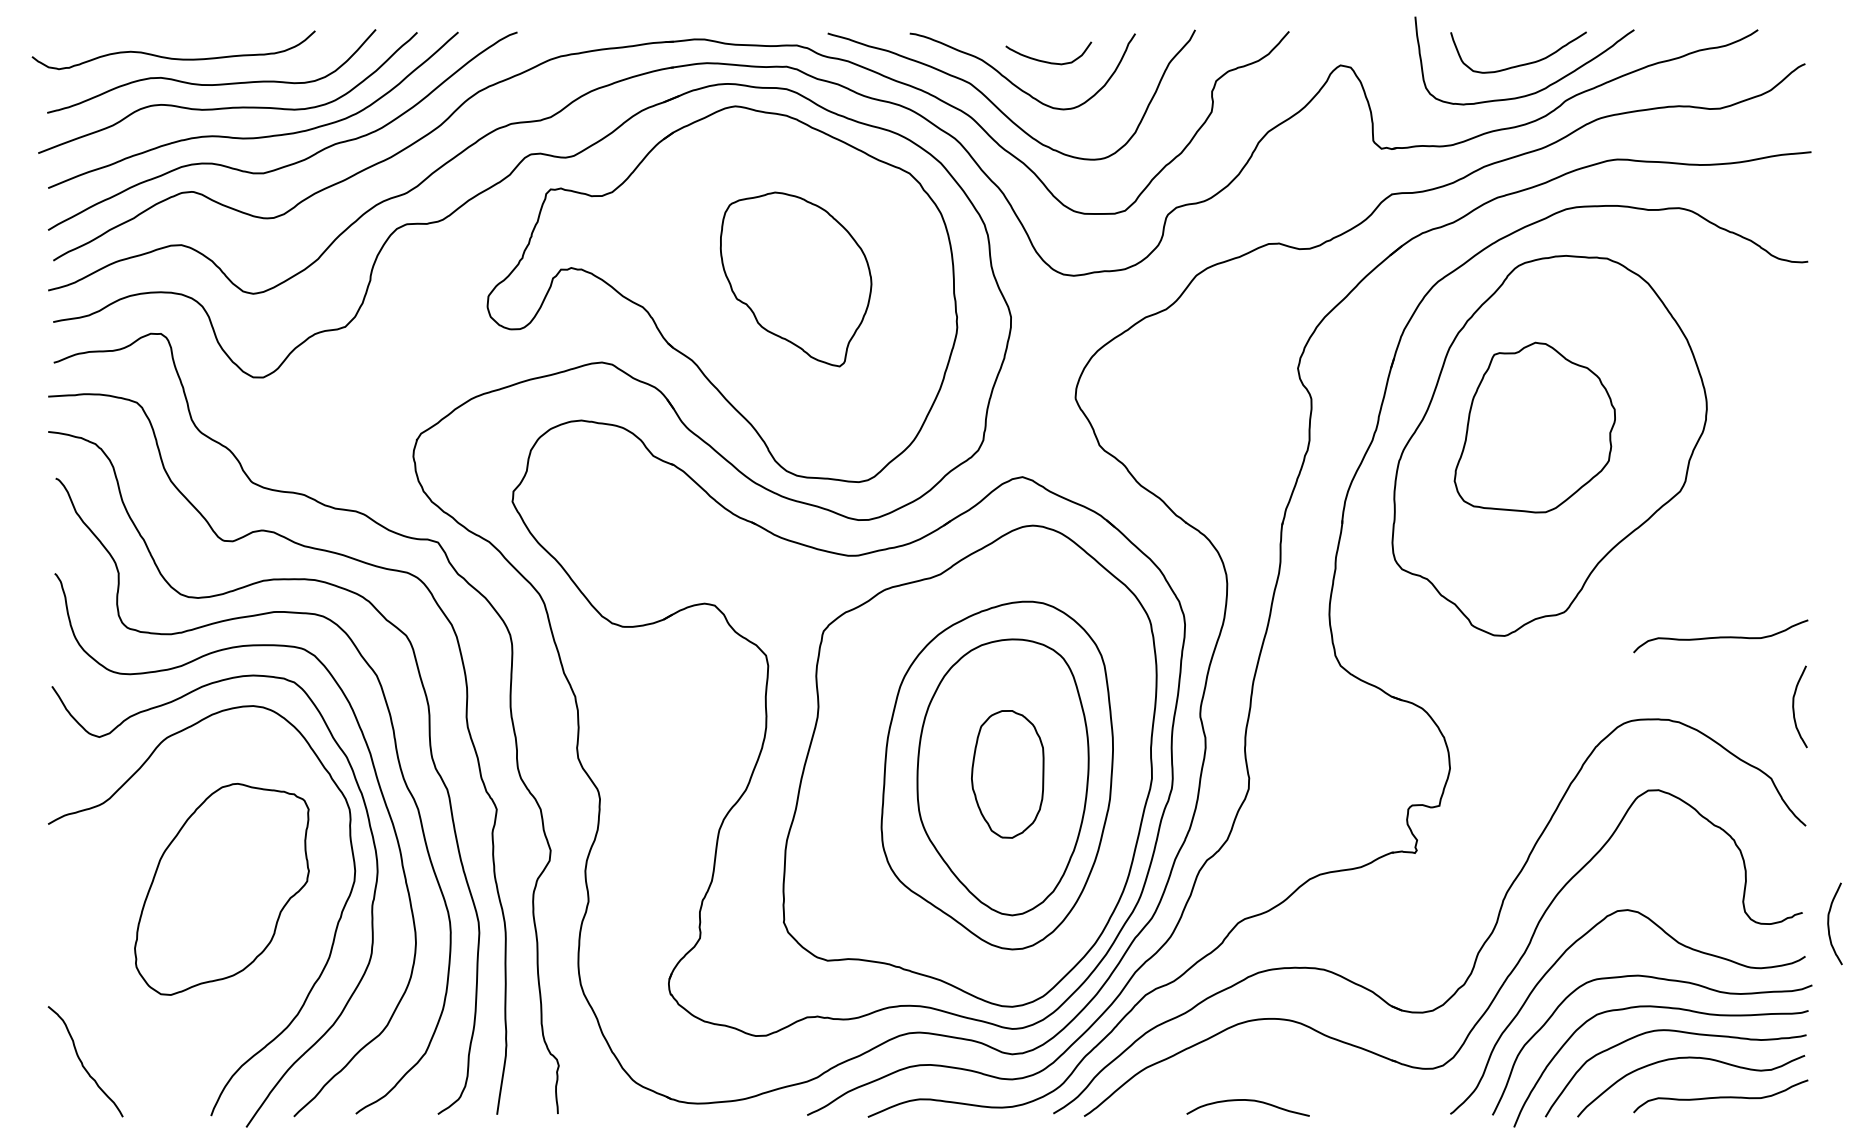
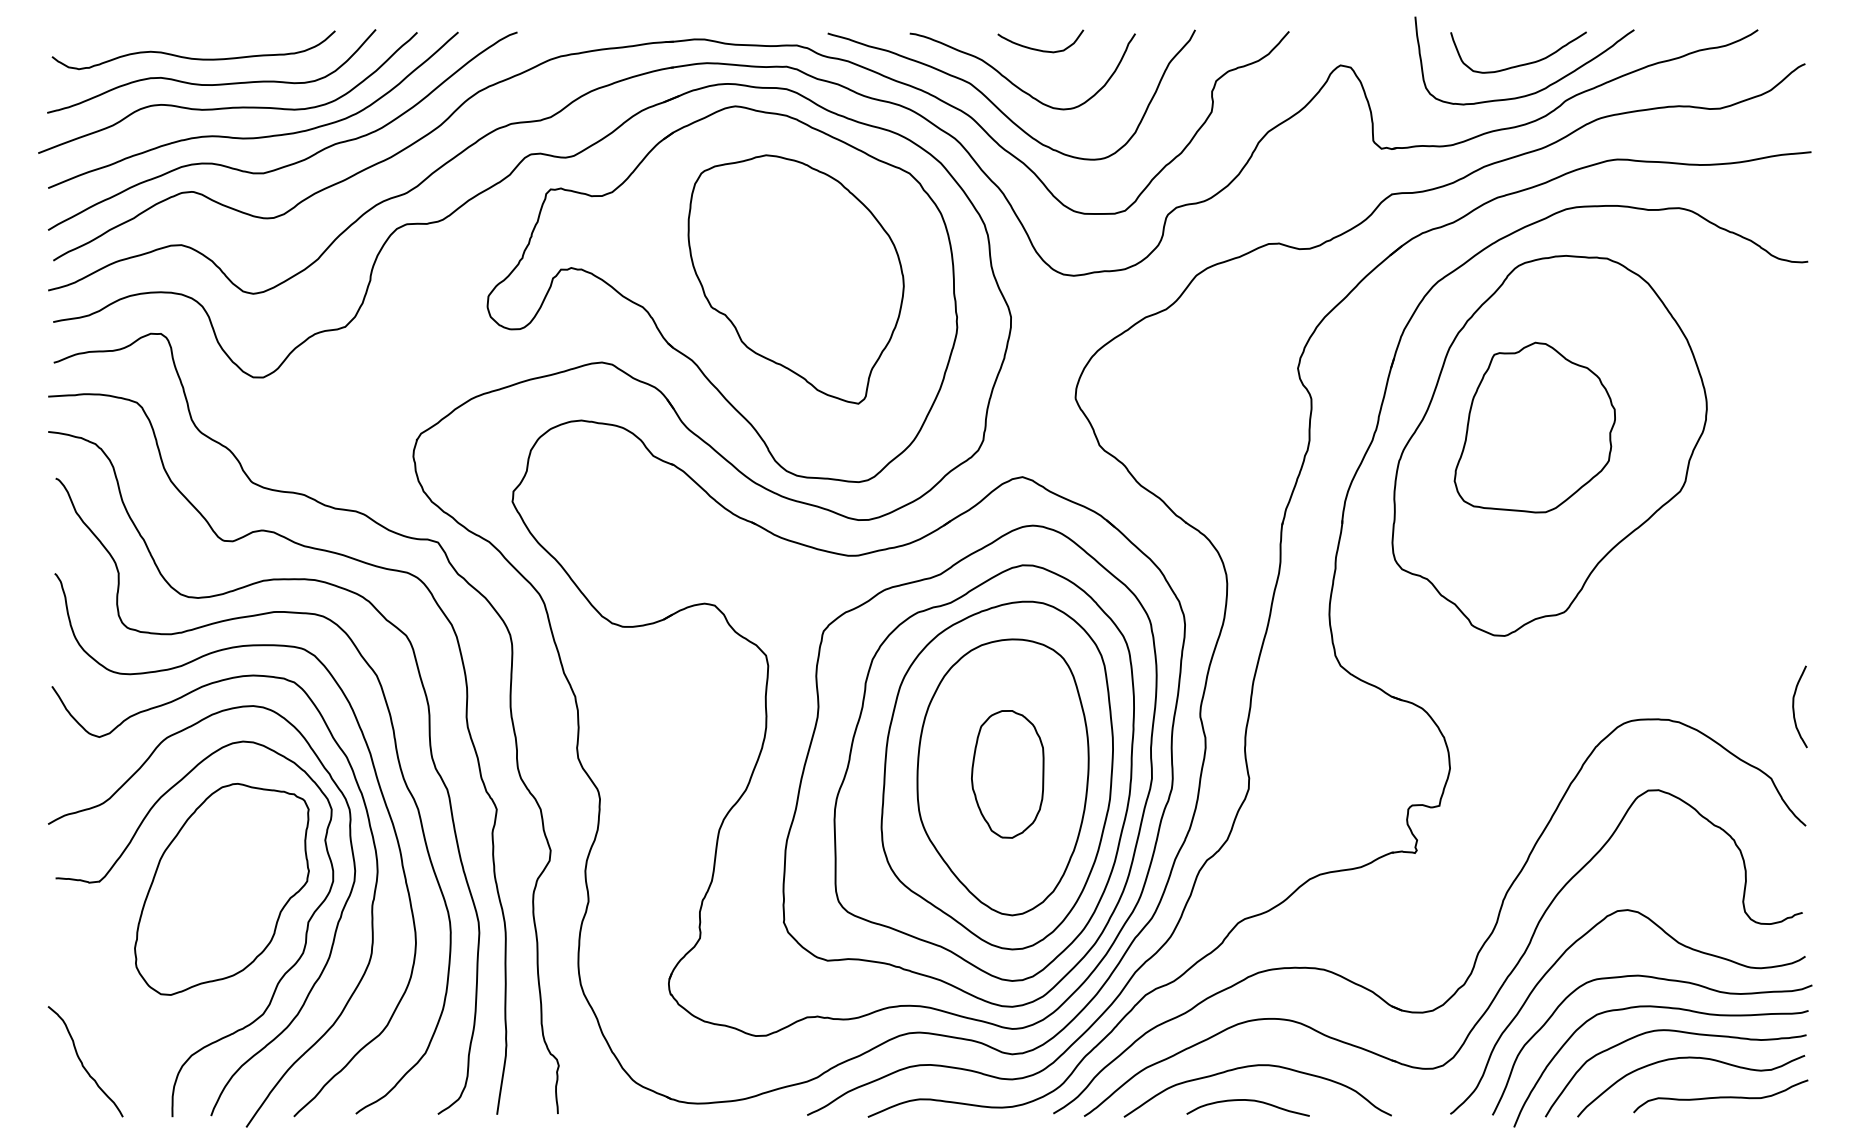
curve at (171, 57) position: (171, 57) -> (191, 57)
curve at (1048, 61) position: (1048, 61) -> (1040, 49)
part at (795, 279) size: 154x177 px -> 218x251 px
curve at (1720, 636): present -> none
part at (983, 772): none -> present
curve at (1829, 923): present -> none
curve at (277, 982): none -> present
curve at (1257, 1066): none -> present
